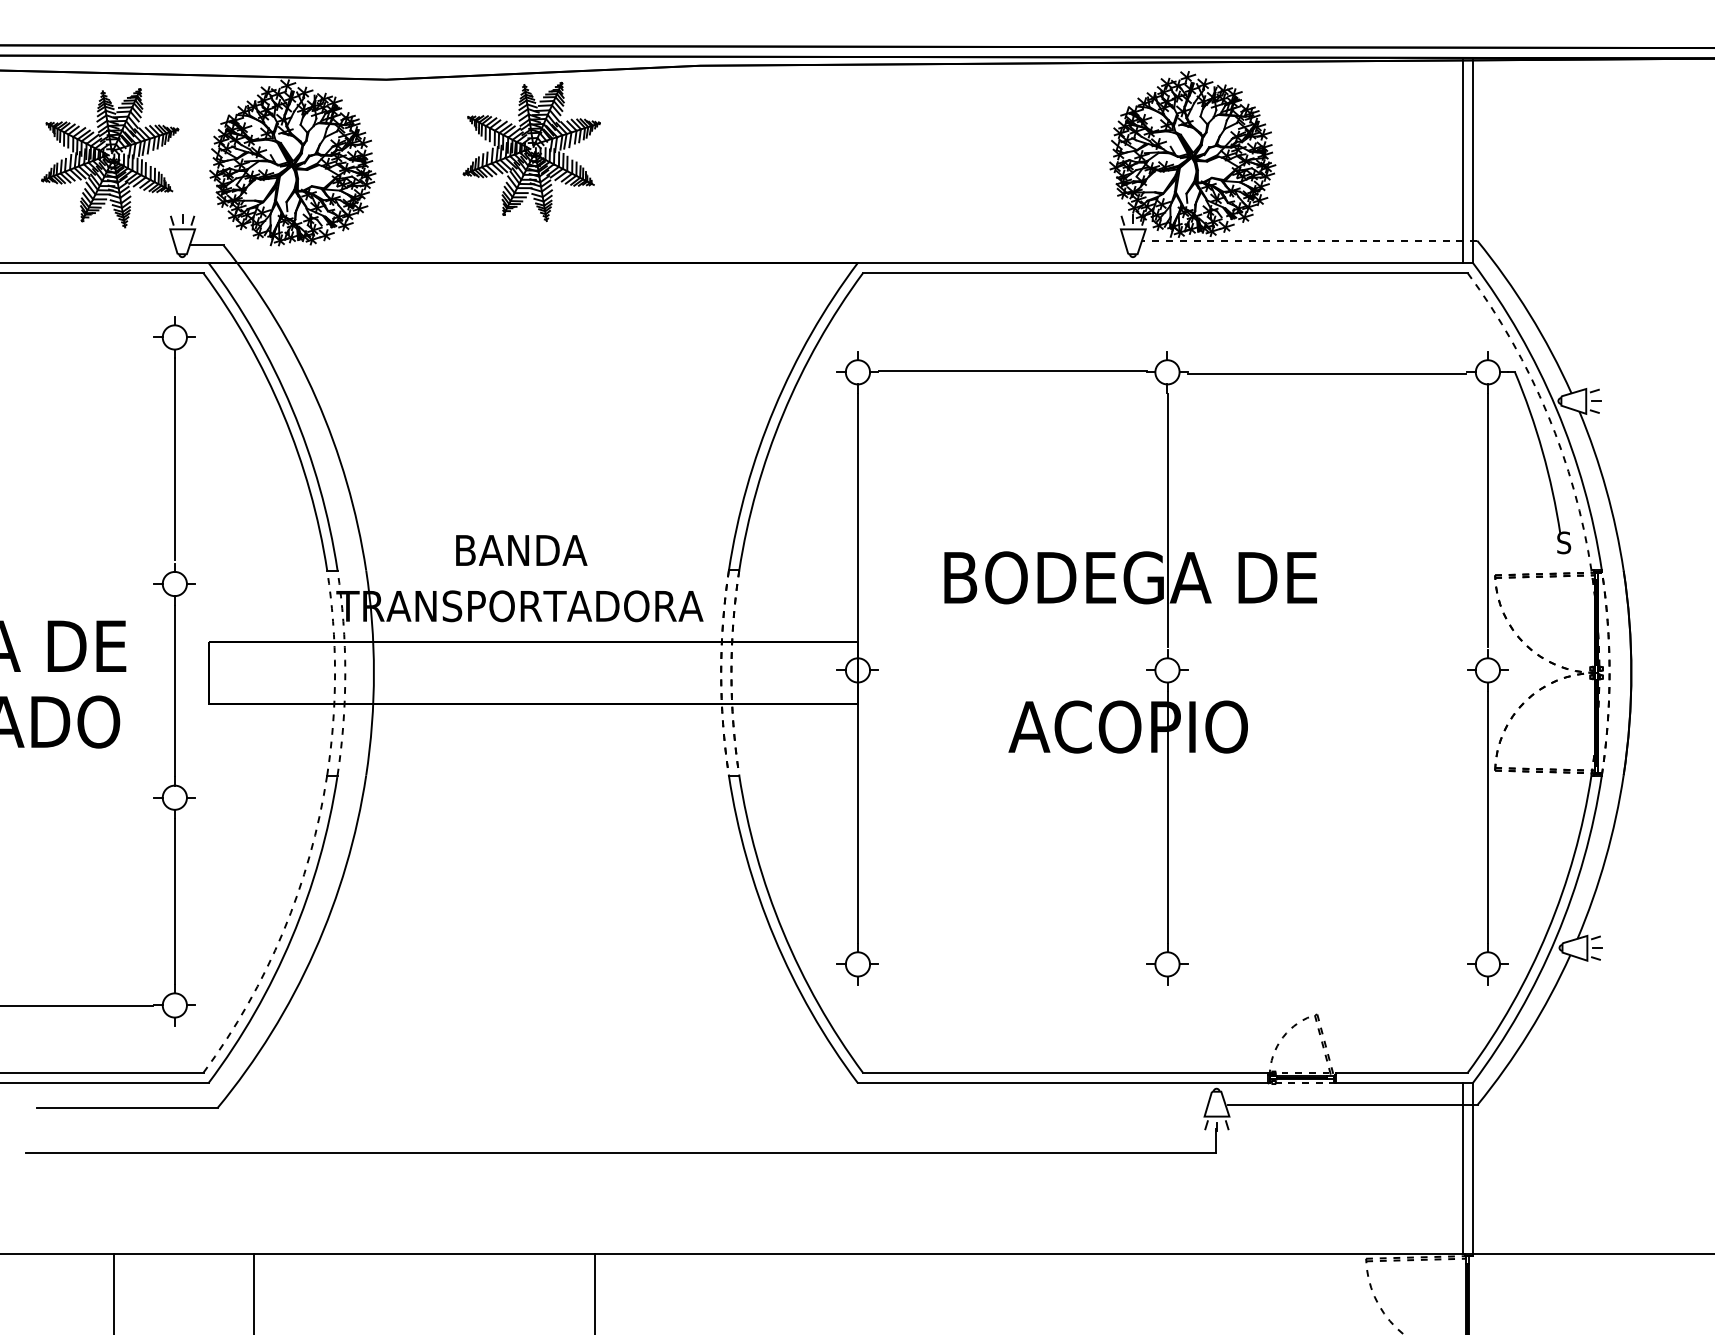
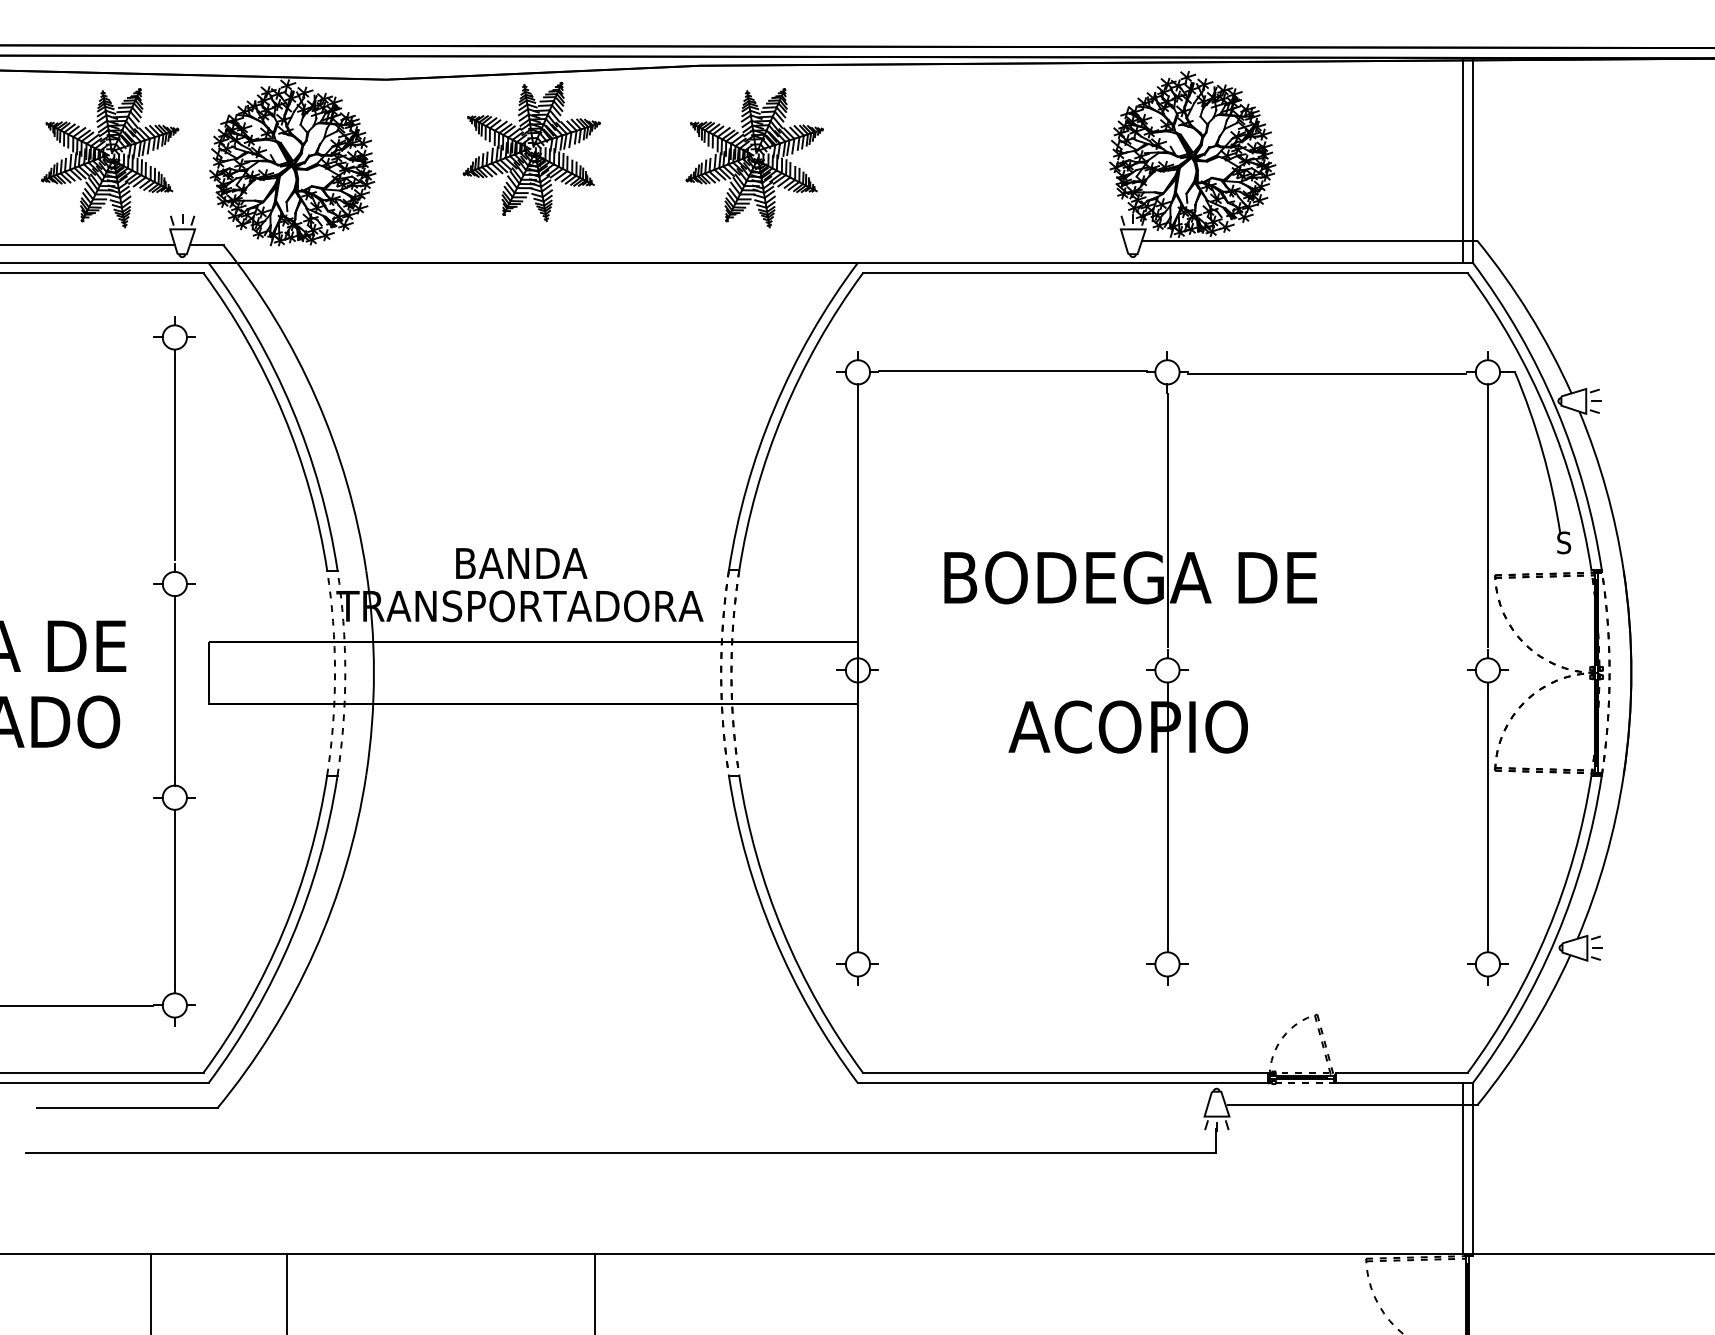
part at (754, 158): none -> present
line at (1309, 240): dashed -> solid
line at (88, 245): none -> present
arc at (1547, 414): dashed -> solid
text at (521, 550) position: (521, 550) -> (521, 563)
arc at (283, 931): dashed -> solid
line at (113, 1292) position: (113, 1292) -> (150, 1292)
line at (254, 1292) position: (254, 1292) -> (287, 1292)
